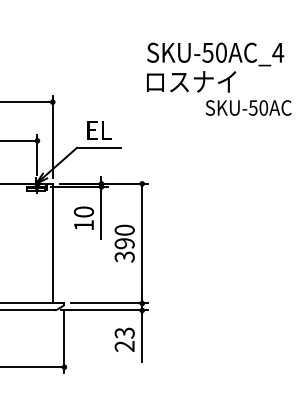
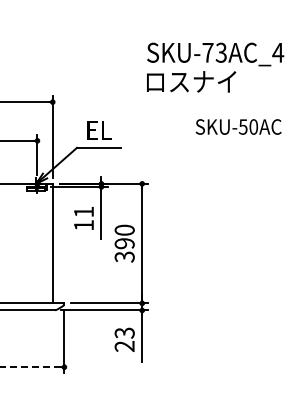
text at (214, 52): SKU-50AC_4 -> SKU-73AC_4
text at (248, 107) position: (248, 107) -> (238, 126)
text at (83, 211): 10 -> 11
line at (30, 367): solid -> dashed
